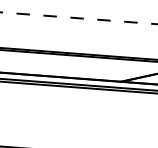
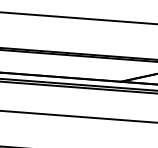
line at (79, 18): dashed -> solid
line at (78, 116): none -> present
